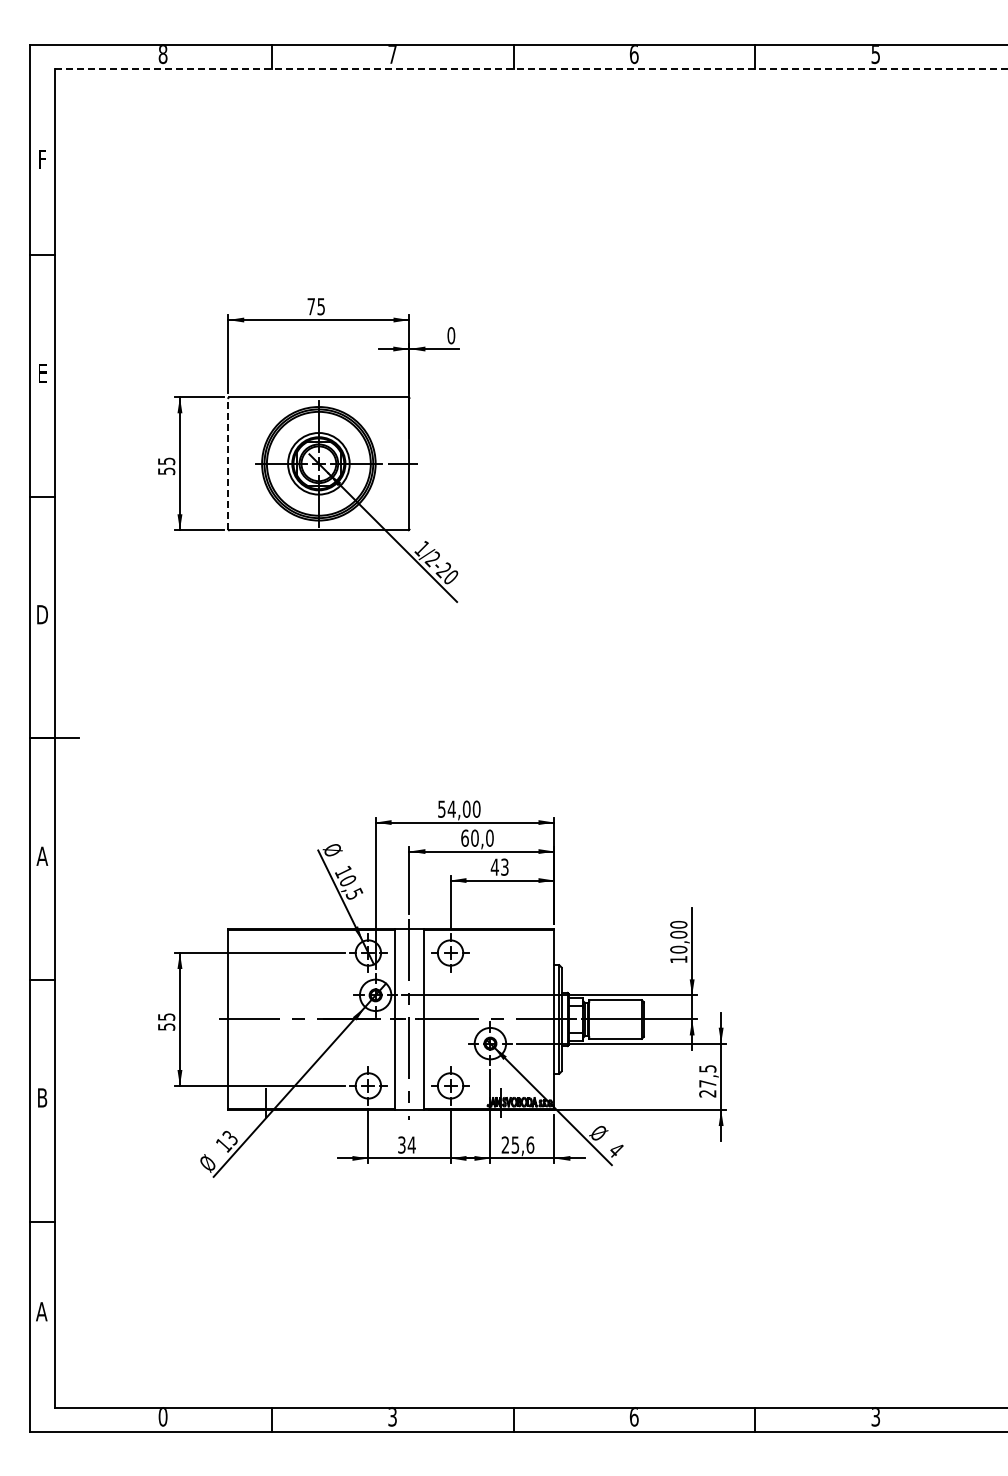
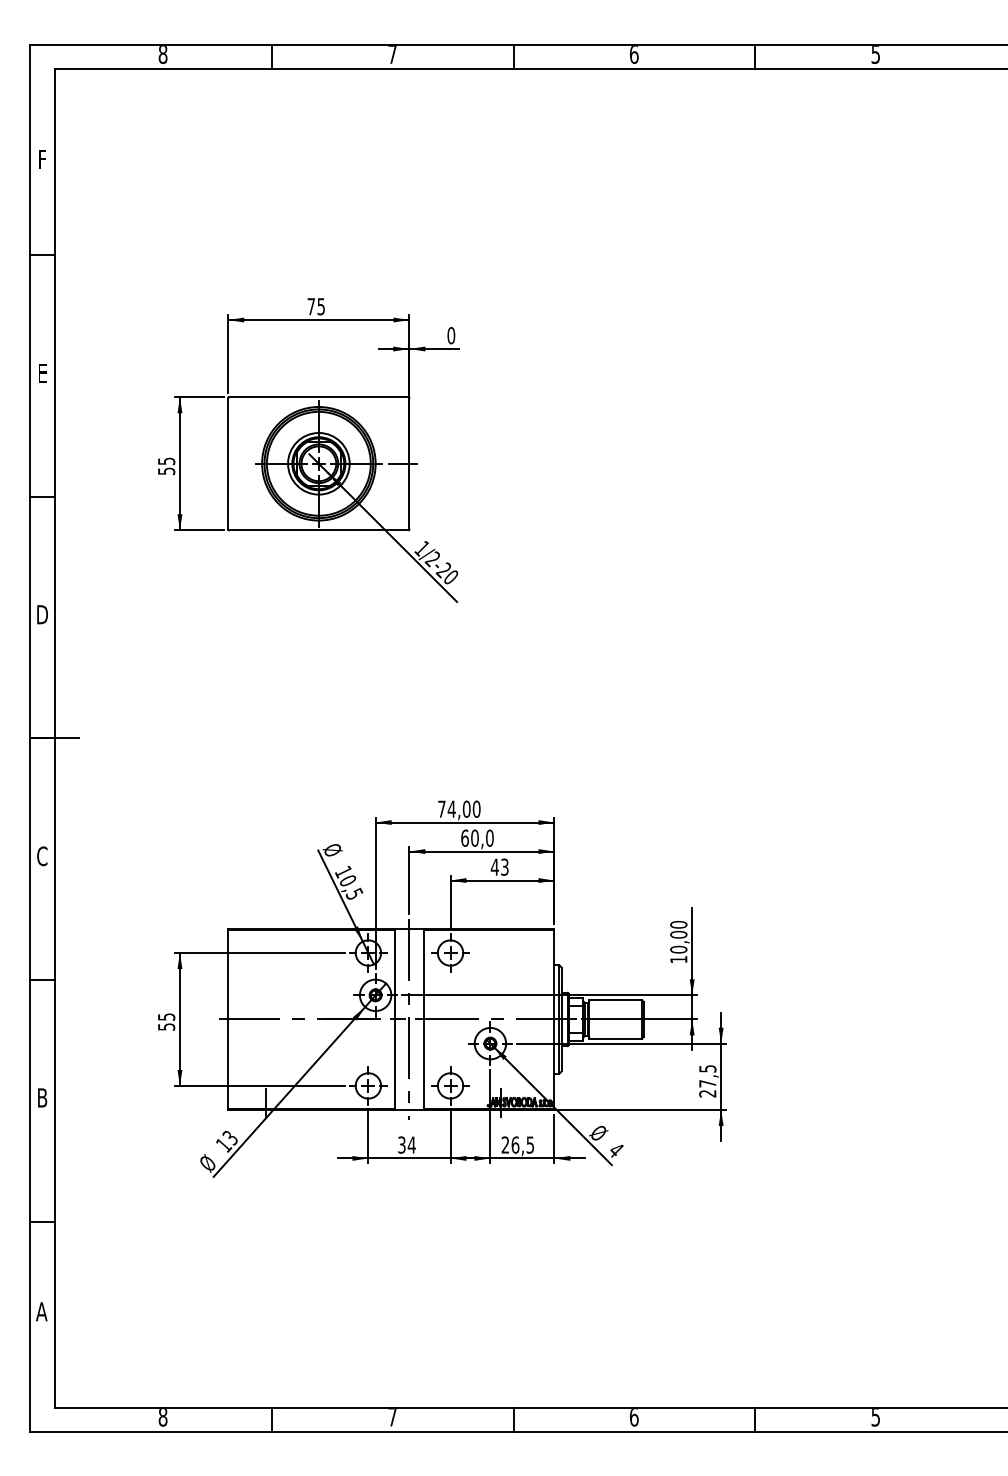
line at (531, 69): dashed -> solid
line at (228, 463): dashed -> solid
text at (441, 808): 54,00 -> 74,00
text at (42, 856): A -> C
text at (522, 1144): 25,6 -> 26,5
text at (162, 1417): 0 -> 8
text at (392, 1417): 3 -> 7
text at (875, 1417): 3 -> 5
